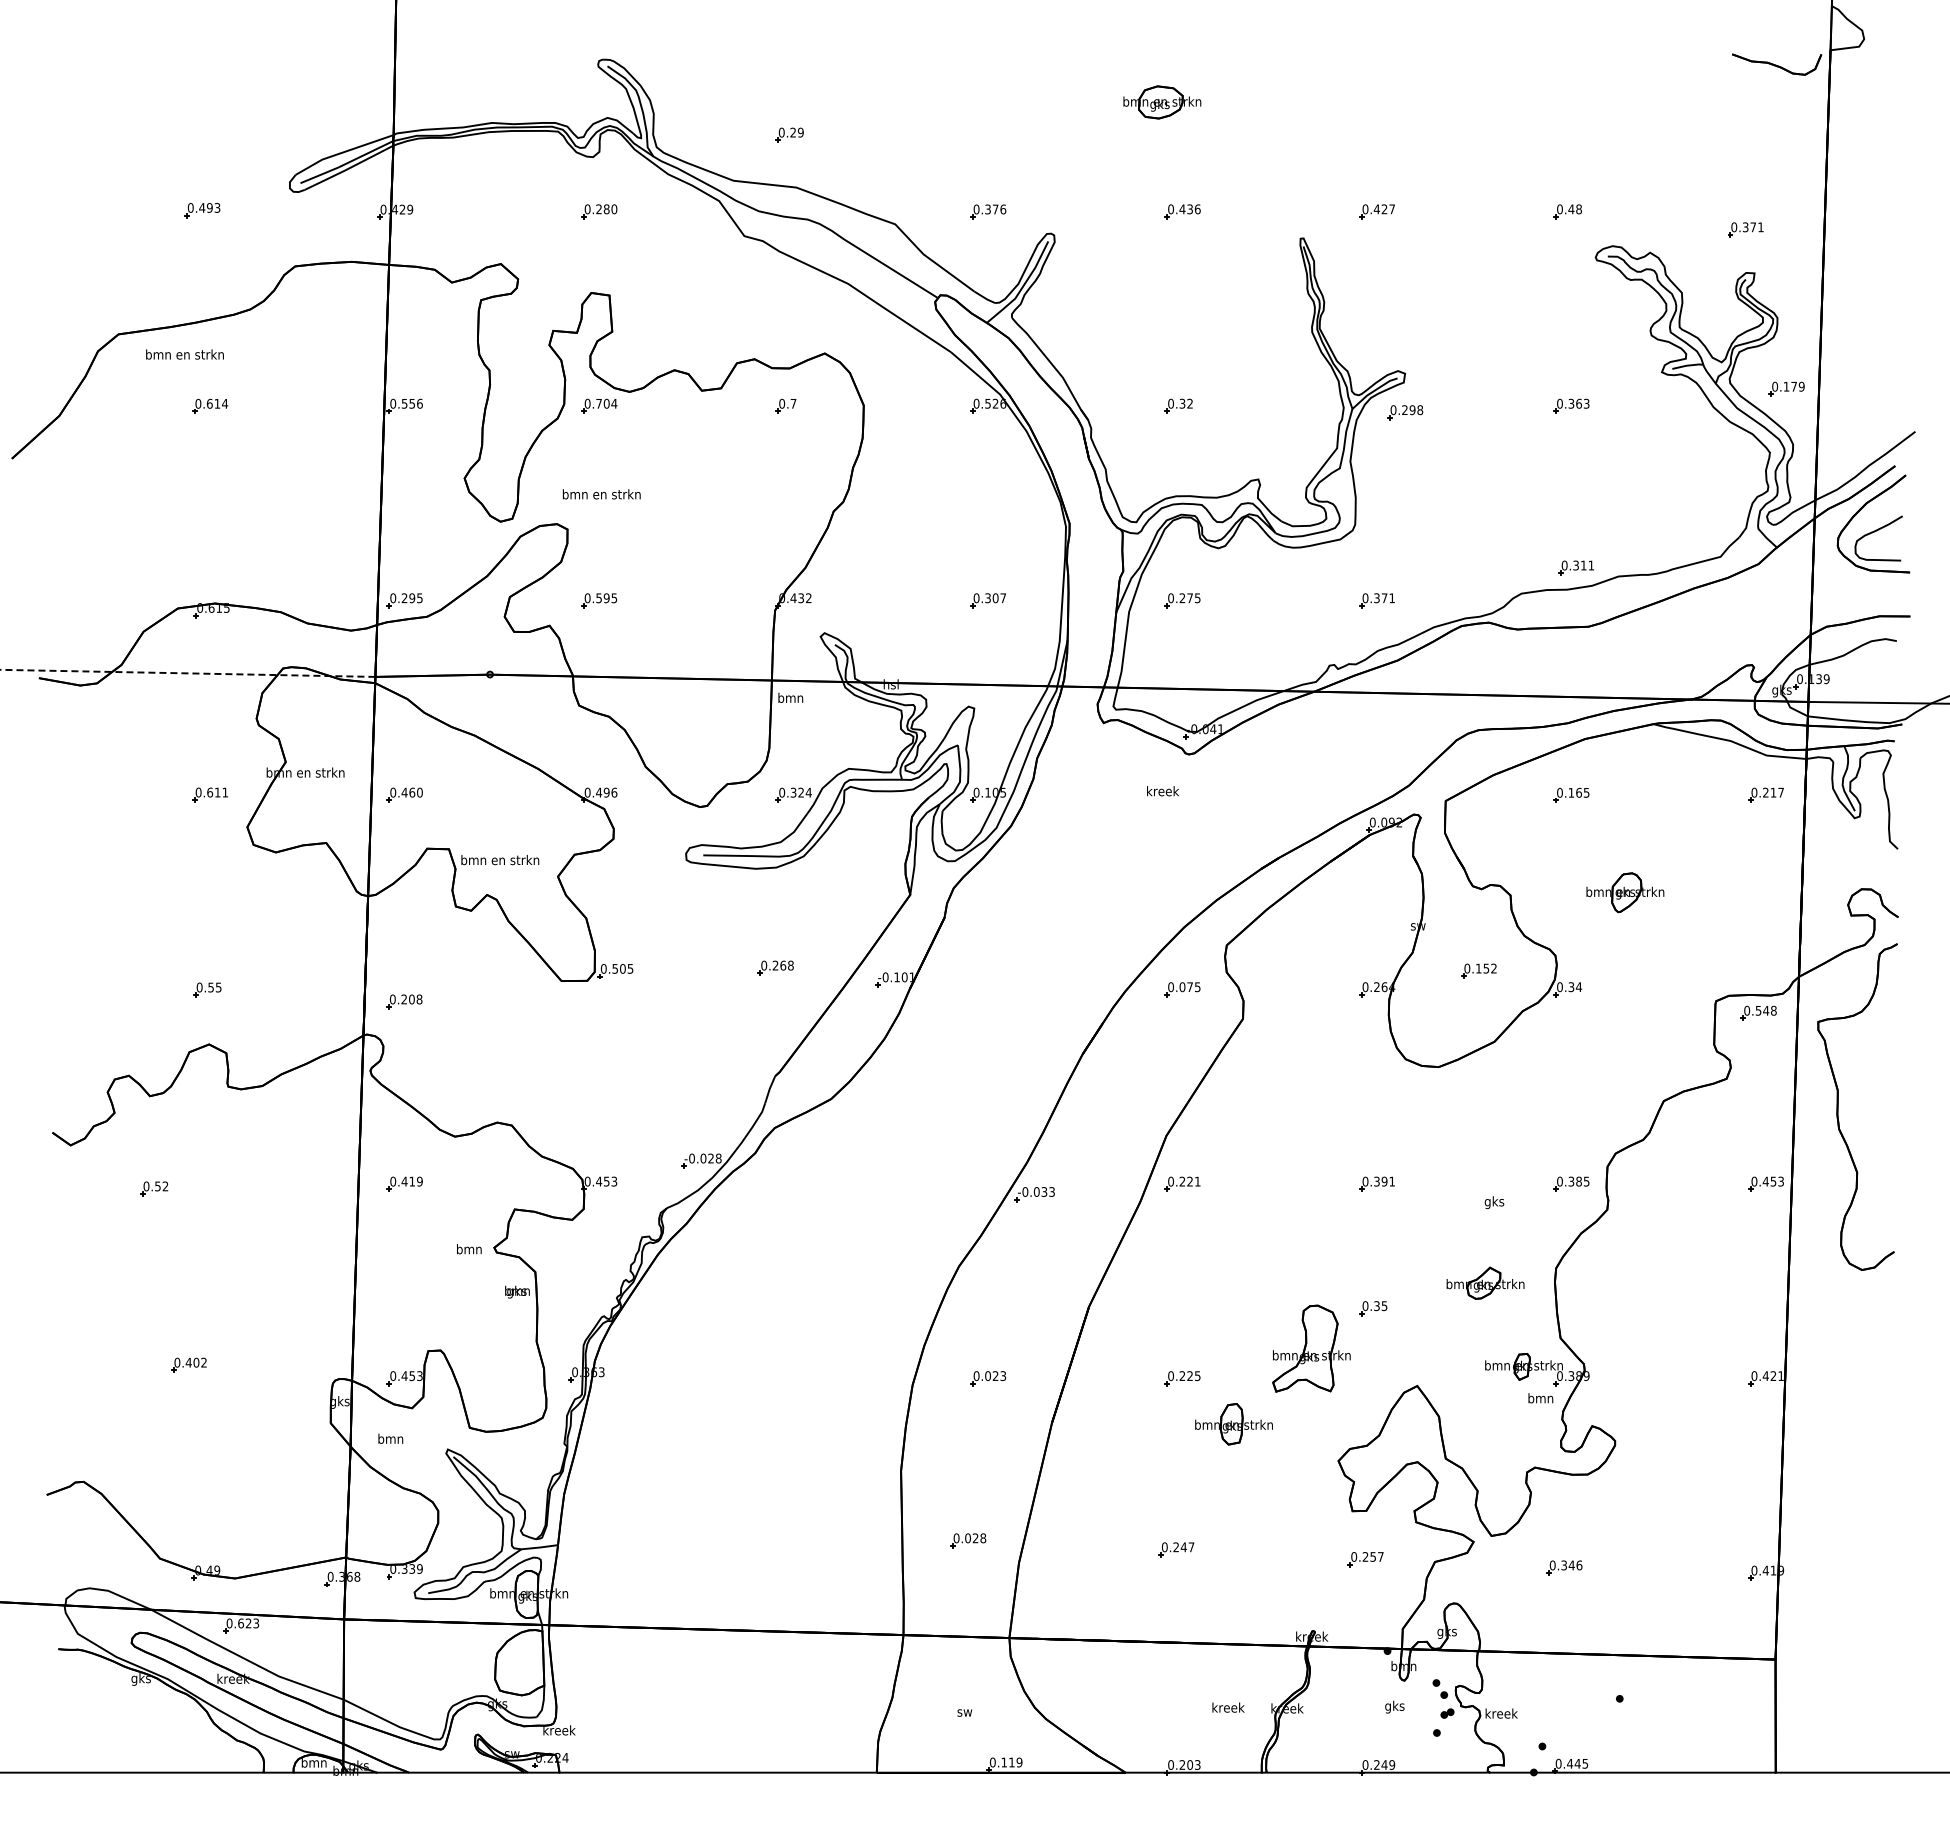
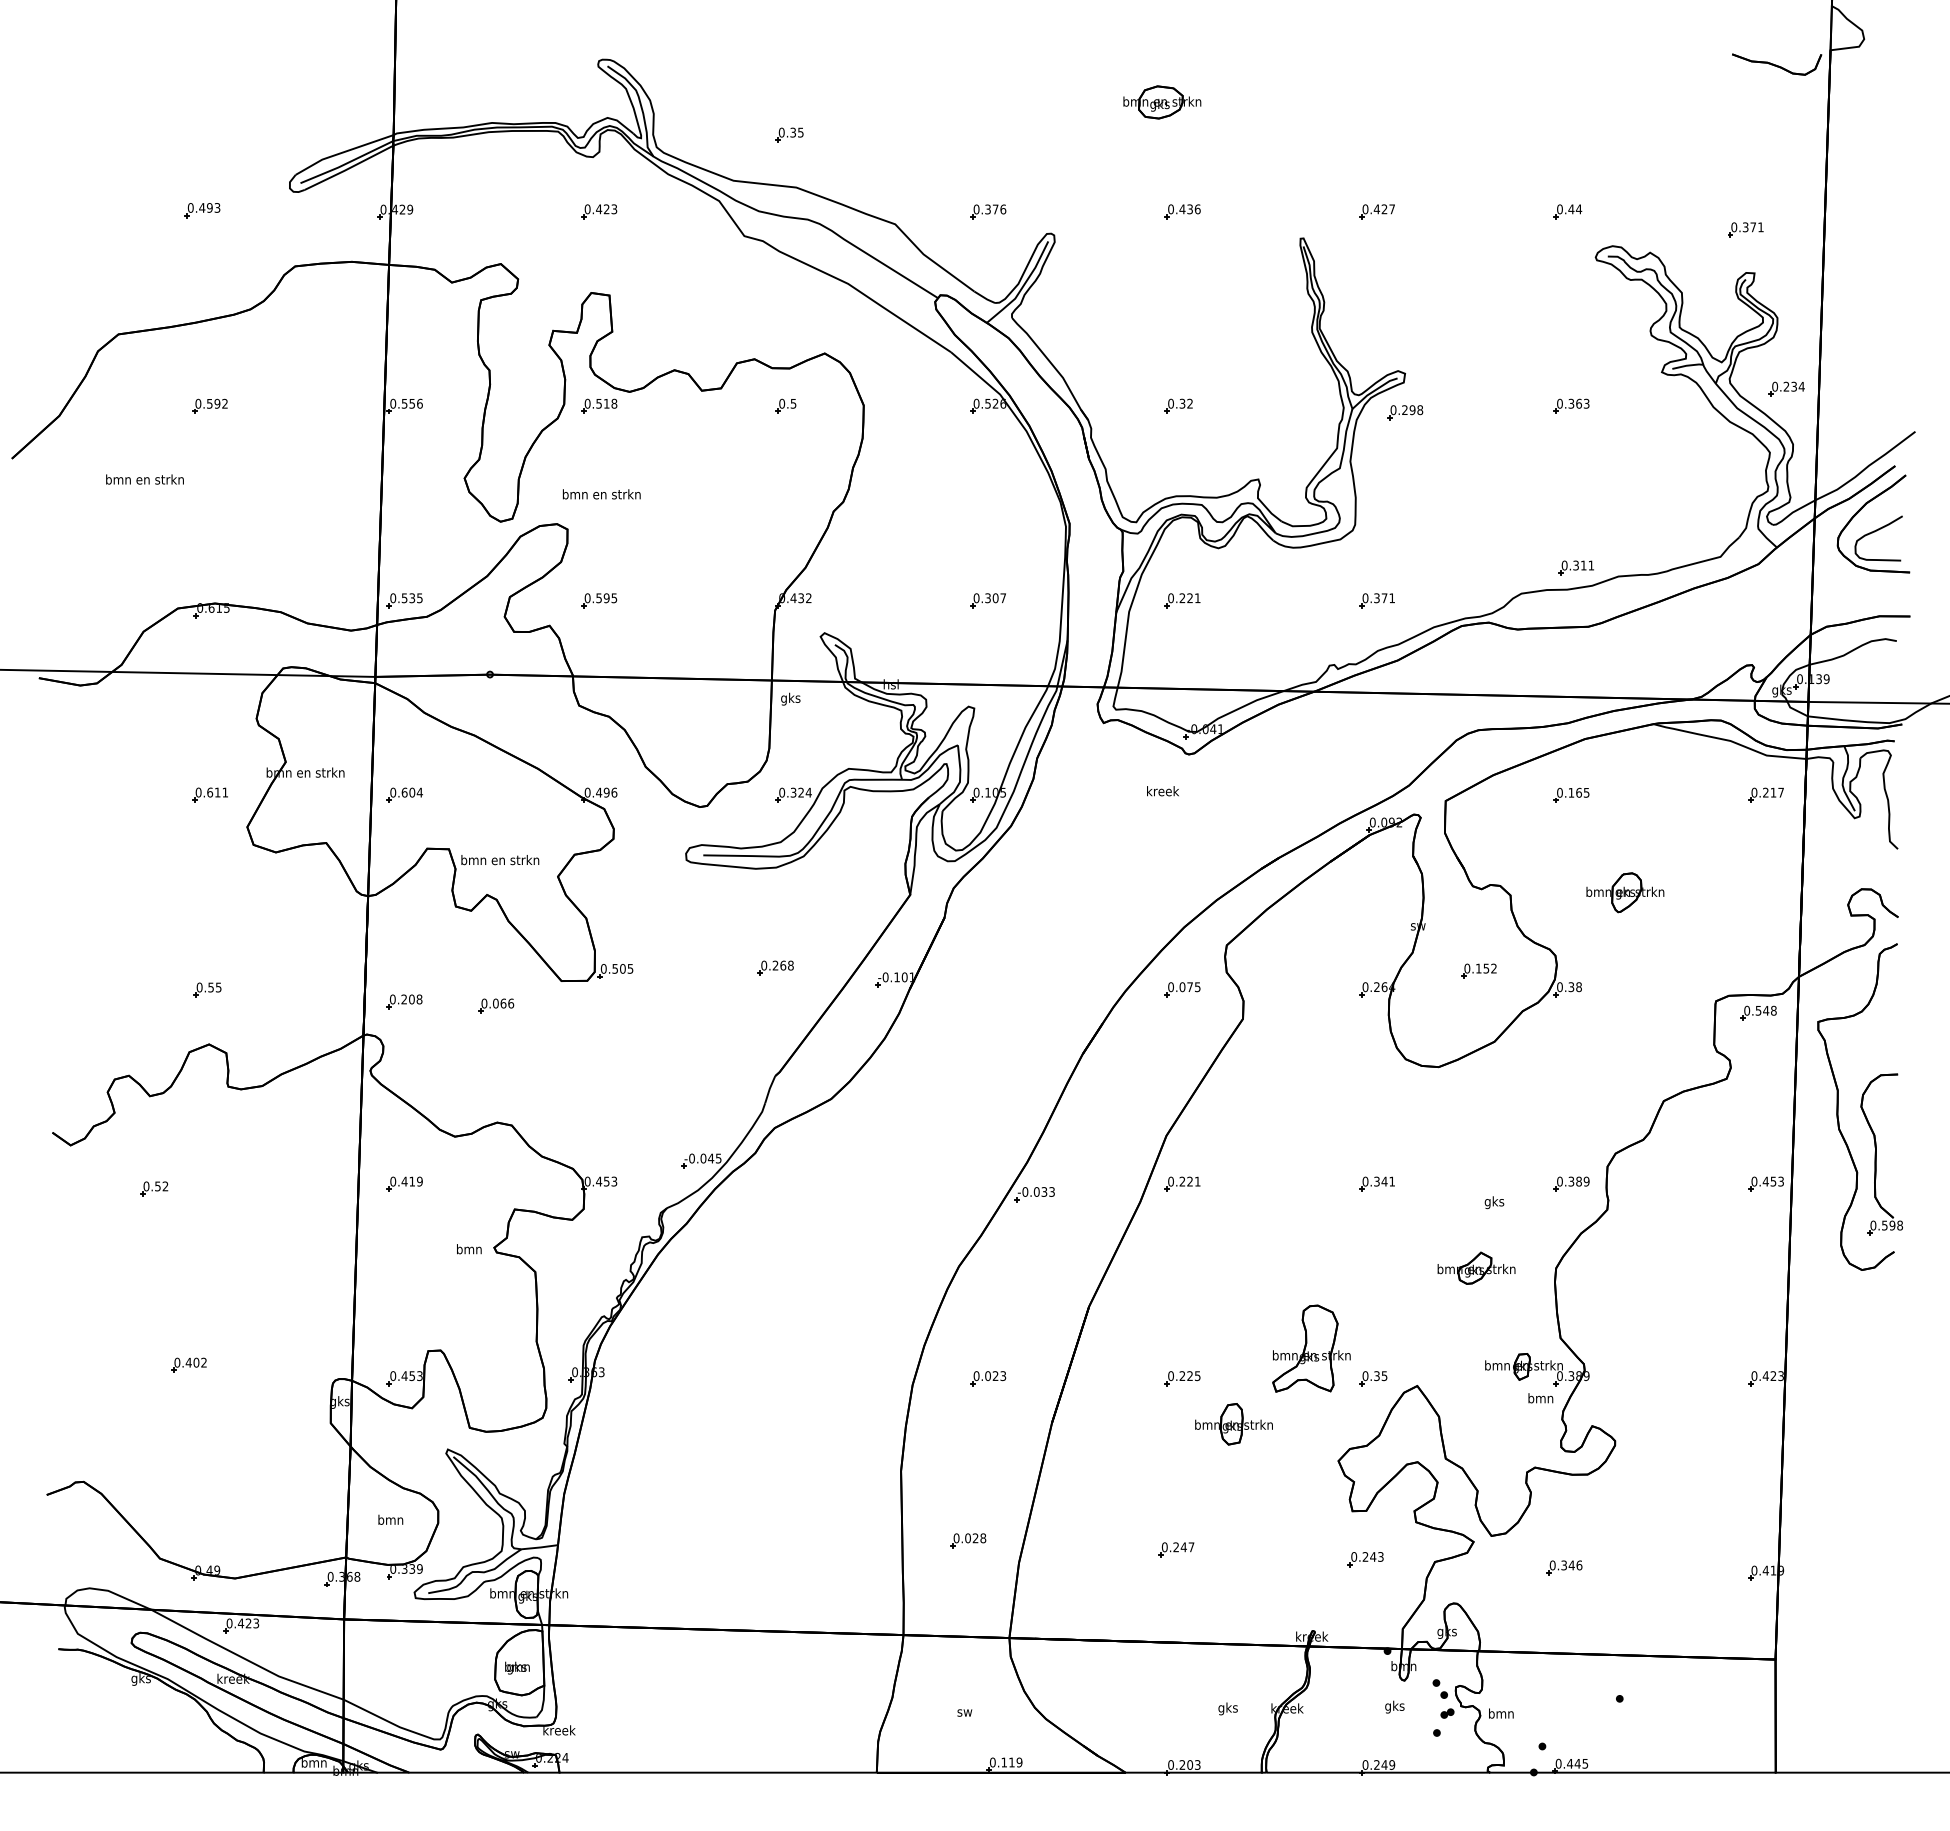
text at (796, 132): 0.29 -> 0.35
text at (606, 209): 0.280 -> 0.423
text at (1578, 209): 0.48 -> 0.44
text at (184, 354) position: (184, 354) -> (144, 479)
text at (1793, 386): 0.179 -> 0.234
text at (217, 403): 0.614 -> 0.592
text at (606, 403): 0.704 -> 0.518
text at (793, 403): 0.7 -> 0.5
text at (408, 598): 0.295 -> 0.535
text at (1193, 598): 0.275 -> 0.221
line at (187, 673): dashed -> solid
text at (790, 698): bmn -> gks
text at (411, 792): 0.460 -> 0.604
text at (1578, 987): 0.34 -> 0.38
part at (496, 1005): none -> present
part at (1881, 1154): none -> present
text at (714, 1158): -0.028 -> -0.045
text at (1384, 1181): 0.391 -> 0.341
text at (1586, 1181): 0.385 -> 0.389
part at (1485, 1282) position: (1485, 1282) -> (1476, 1267)
text at (517, 1291) position: (517, 1291) -> (517, 1667)
part at (1373, 1308) position: (1373, 1308) -> (1373, 1378)
text at (1780, 1376): 0.421 -> 0.423
text at (390, 1438) position: (390, 1438) -> (390, 1519)
text at (1376, 1556): 0.257 -> 0.243
text at (240, 1623): 0.623 -> 0.423
text at (1228, 1708): kreek -> gks
text at (1501, 1713): kreek -> bmn
